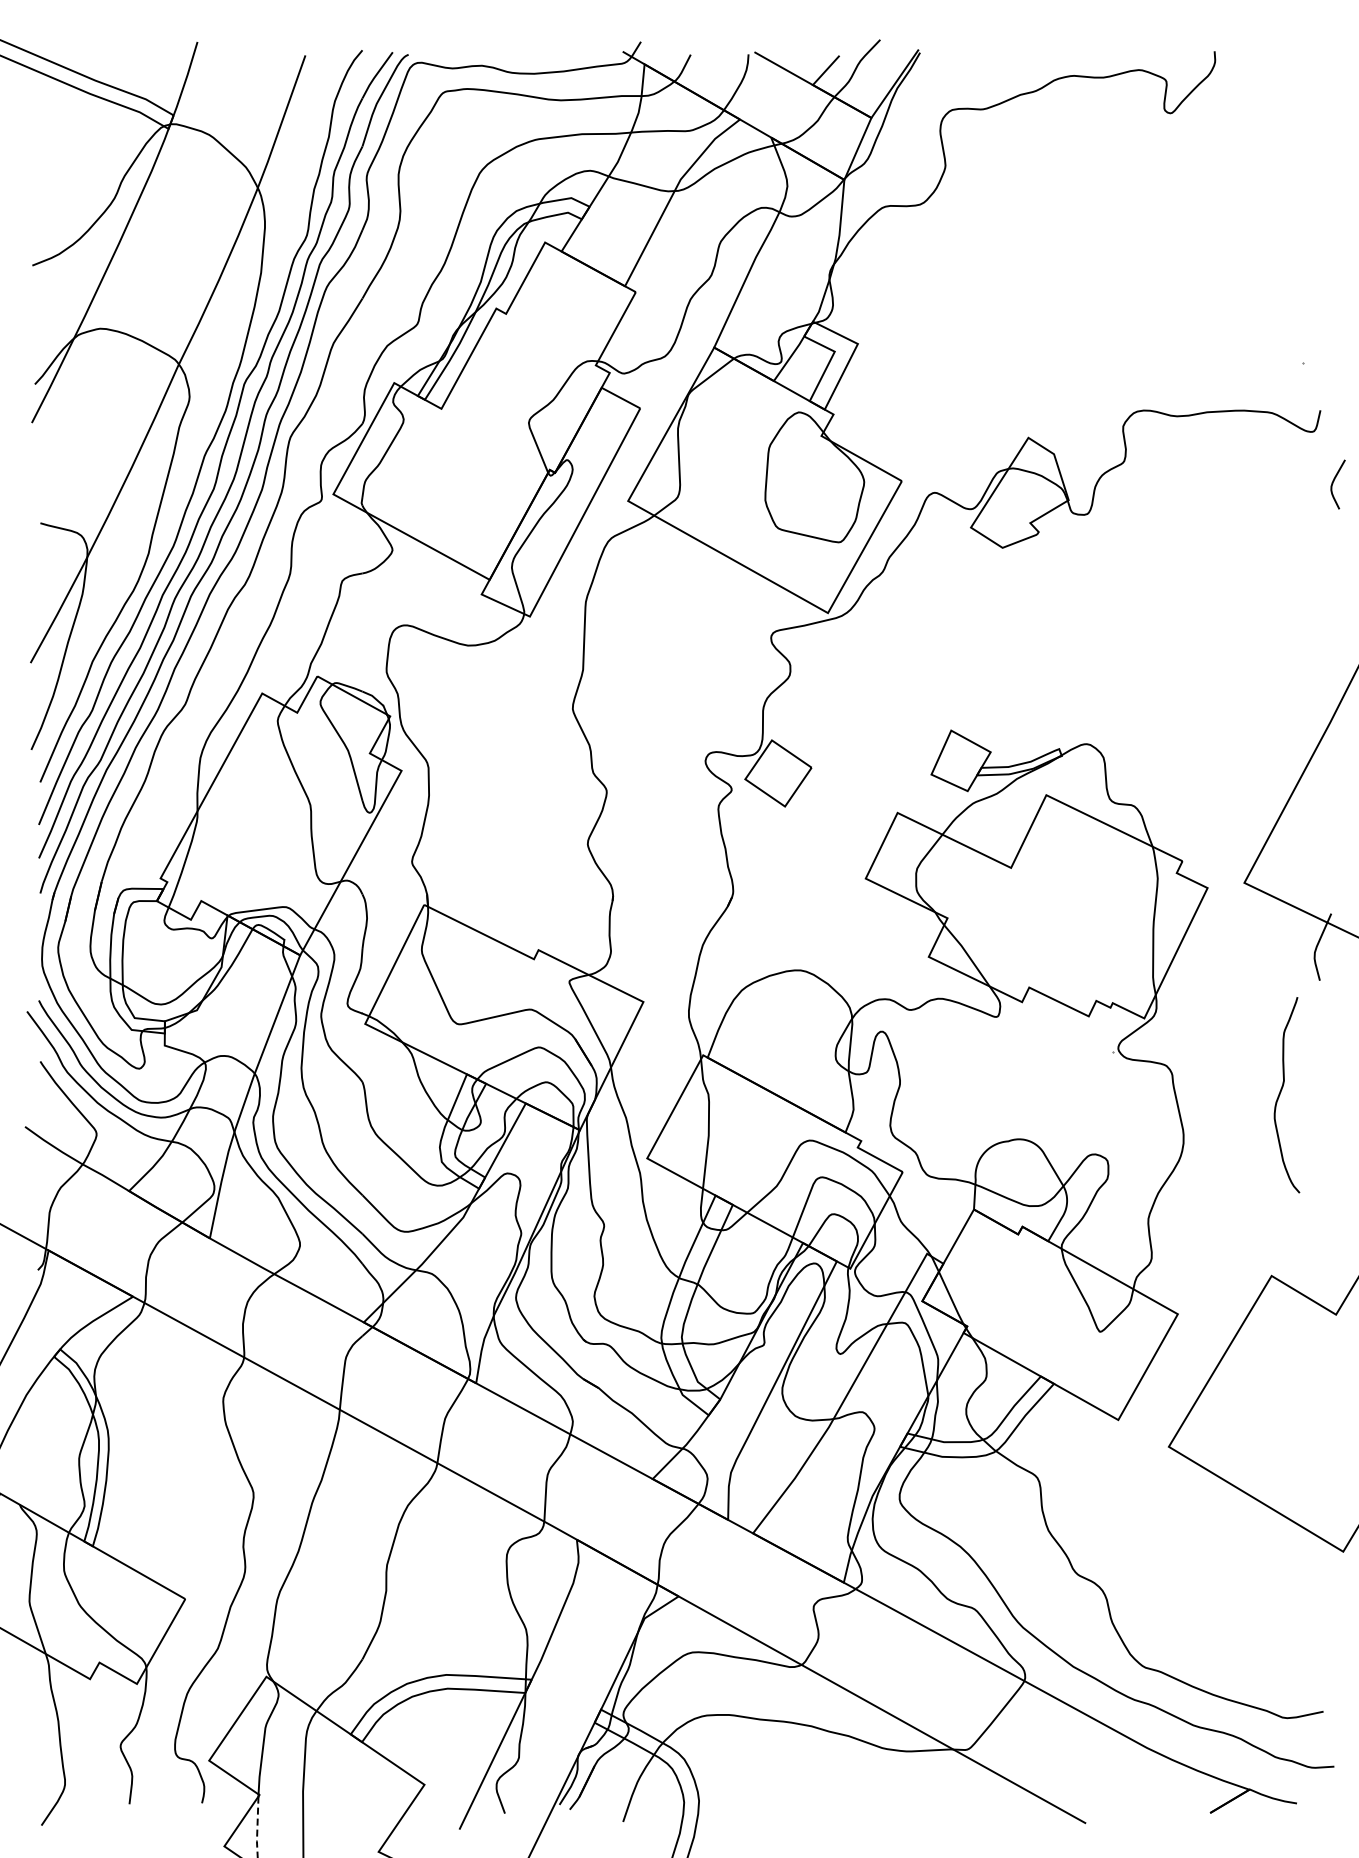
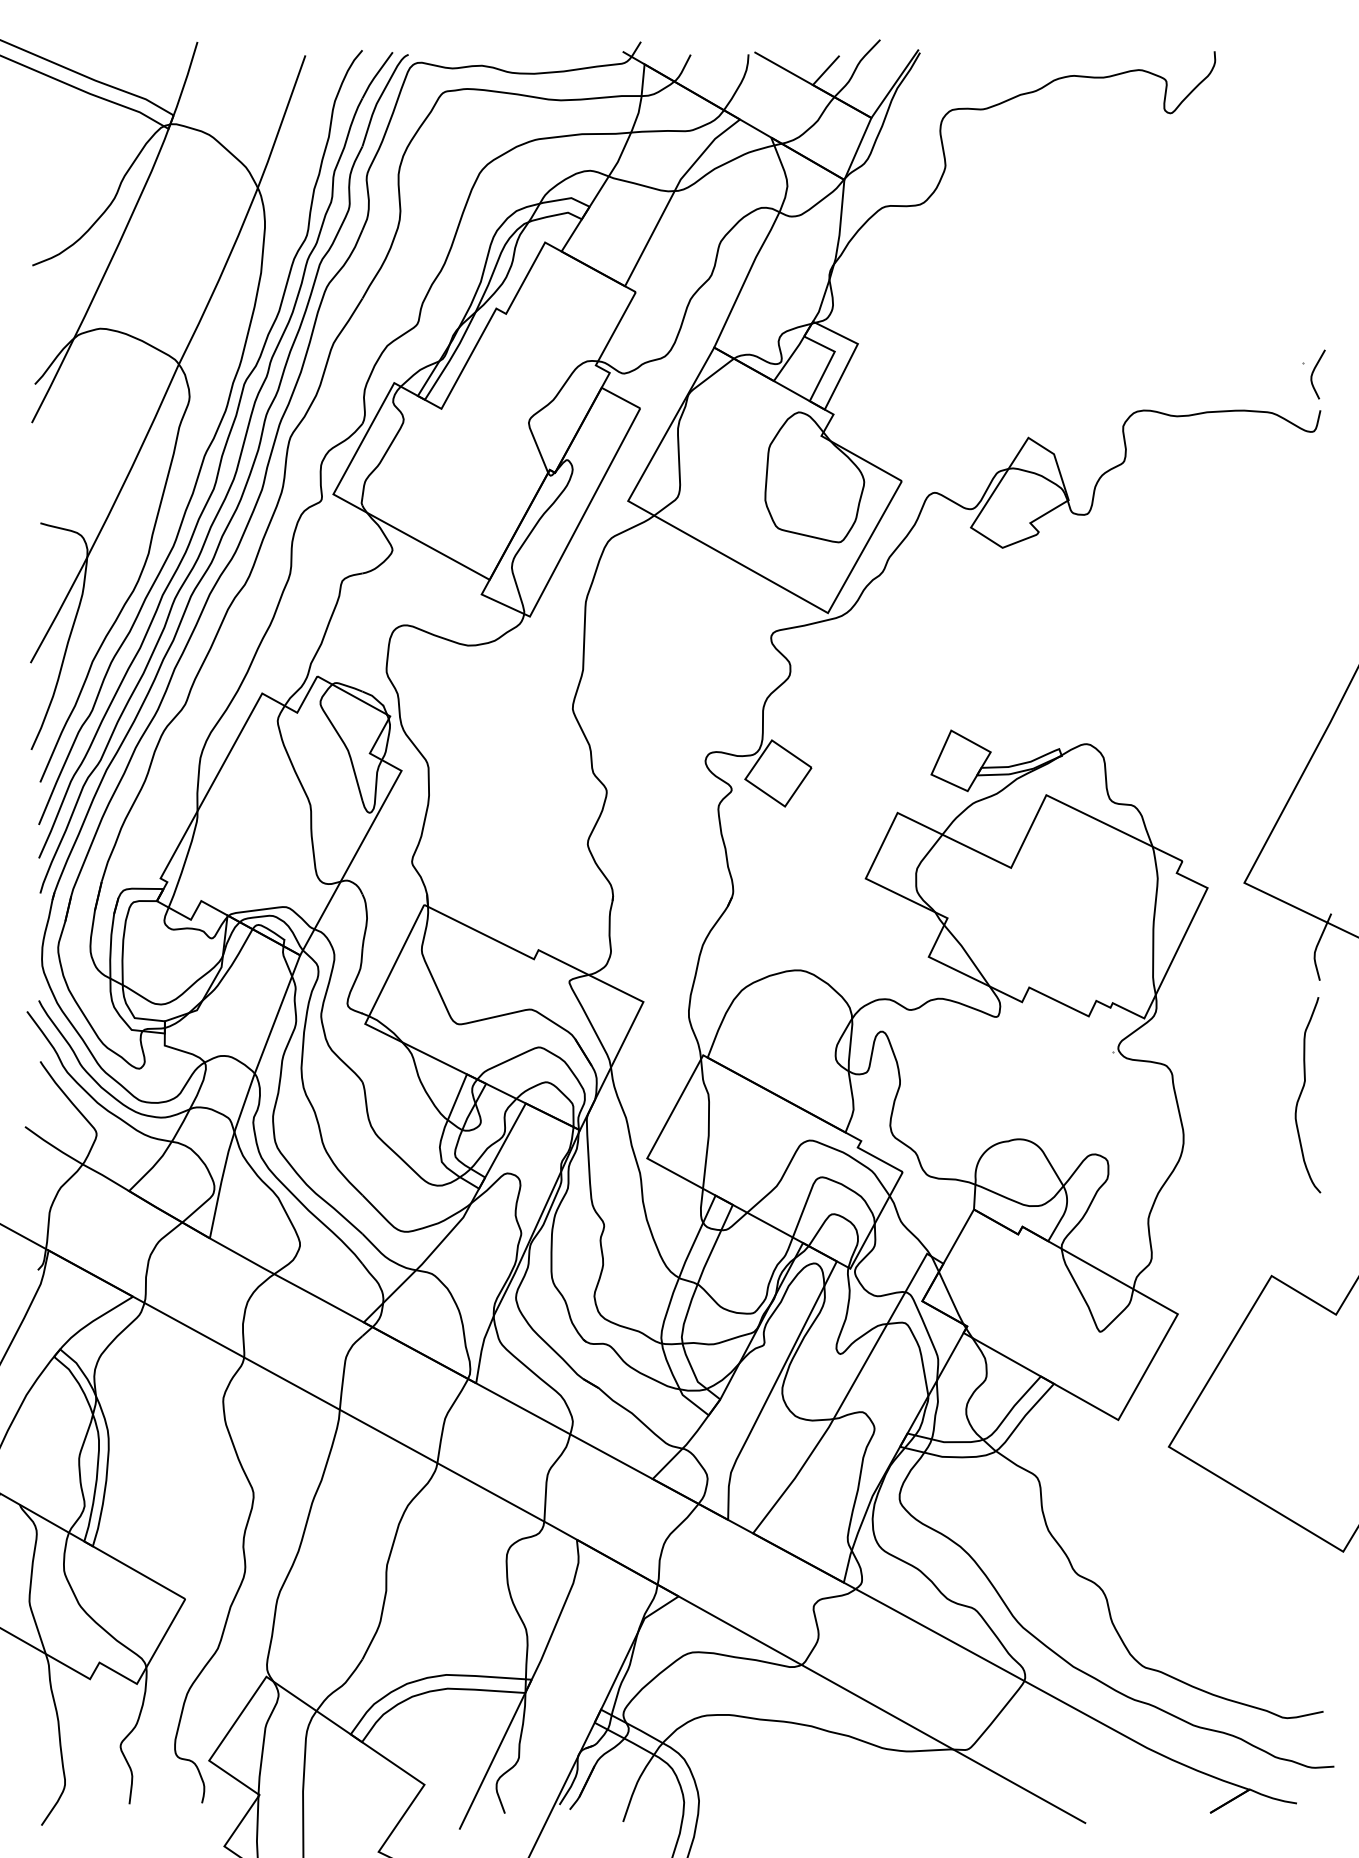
curve at (1333, 483) position: (1333, 483) -> (1313, 373)
curve at (1281, 1092) position: (1281, 1092) -> (1302, 1092)
line at (257, 1827): dashed -> solid
